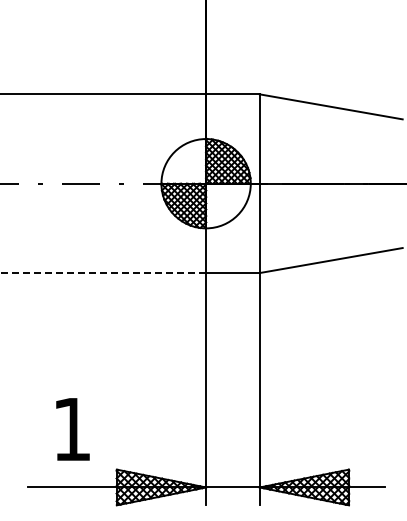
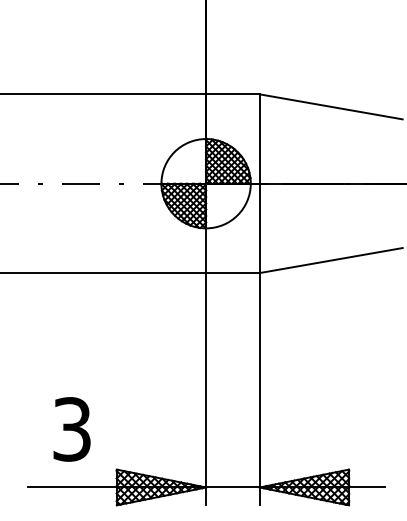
line at (103, 273): dashed -> solid
text at (71, 429): 1 -> 3
